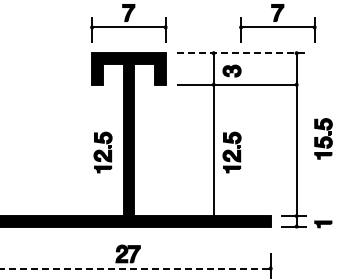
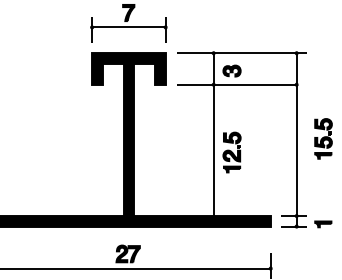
part at (277, 23): present -> none
line at (242, 53): dashed -> solid
part at (102, 152): present -> none
line at (135, 268): dashed -> solid
